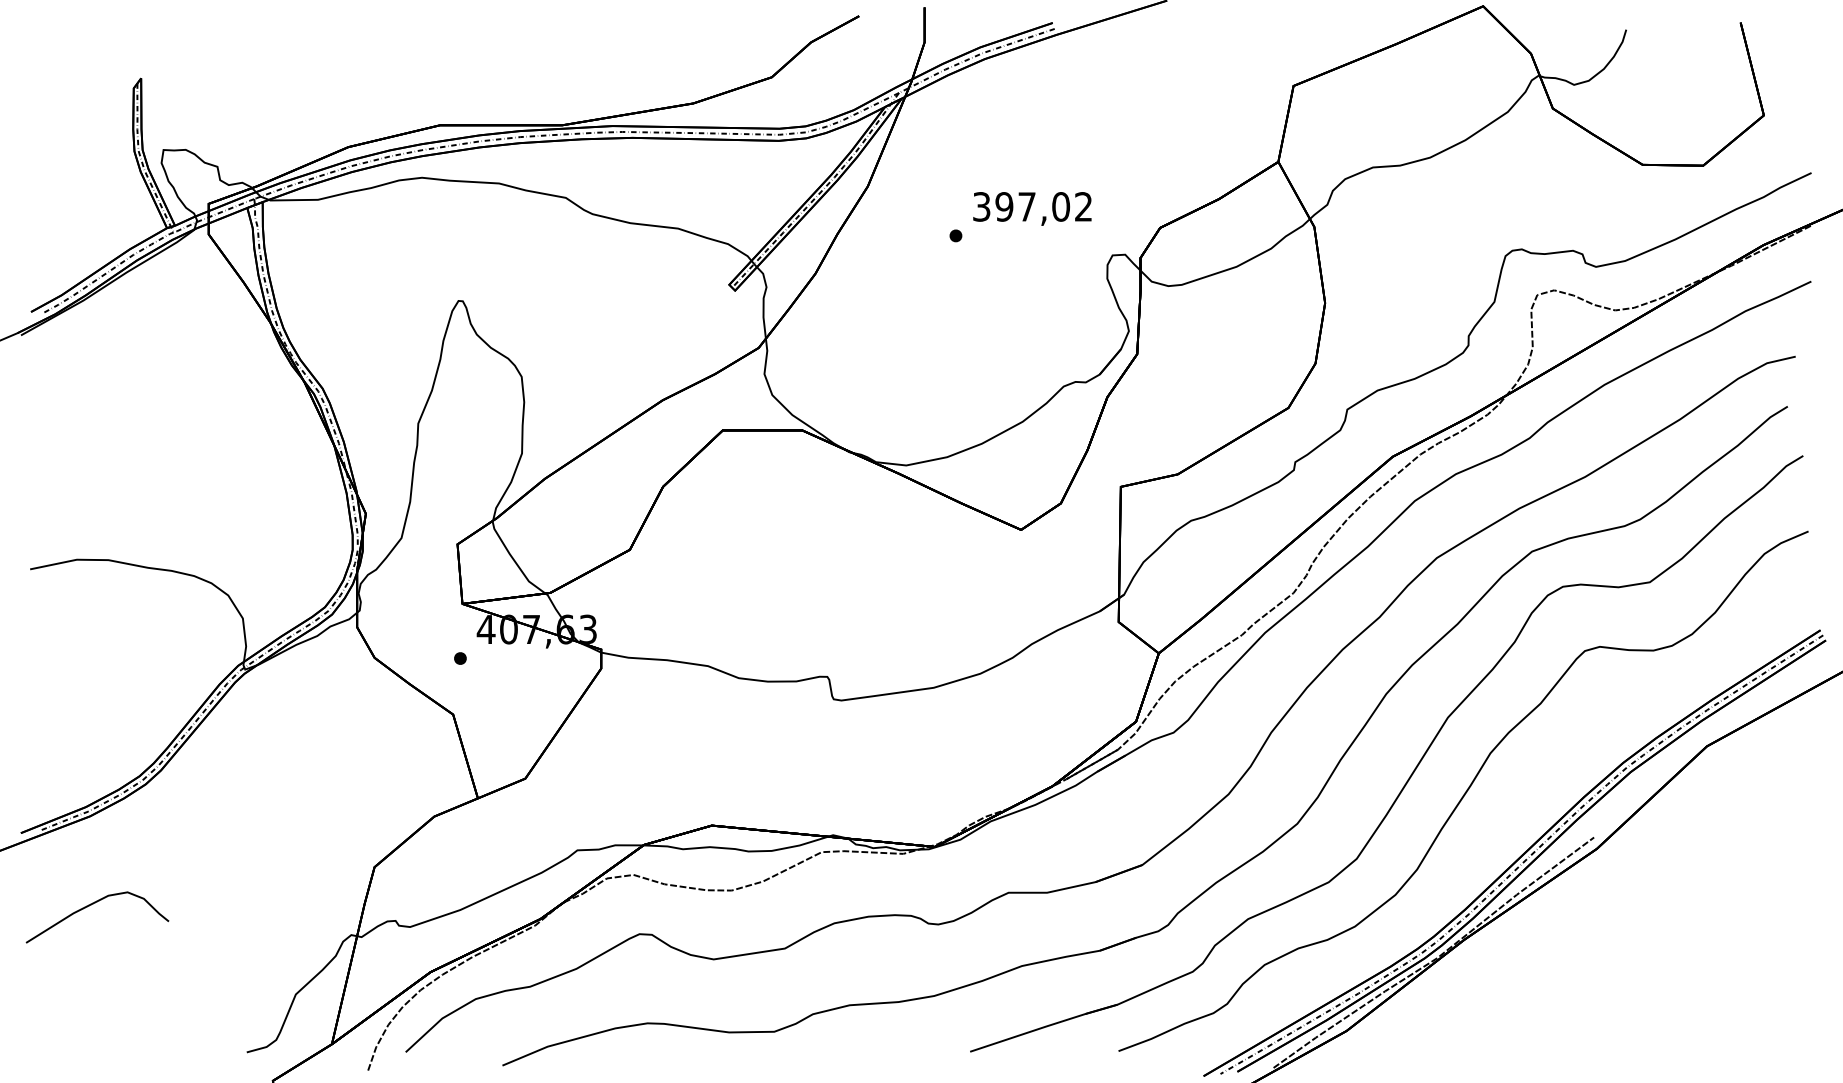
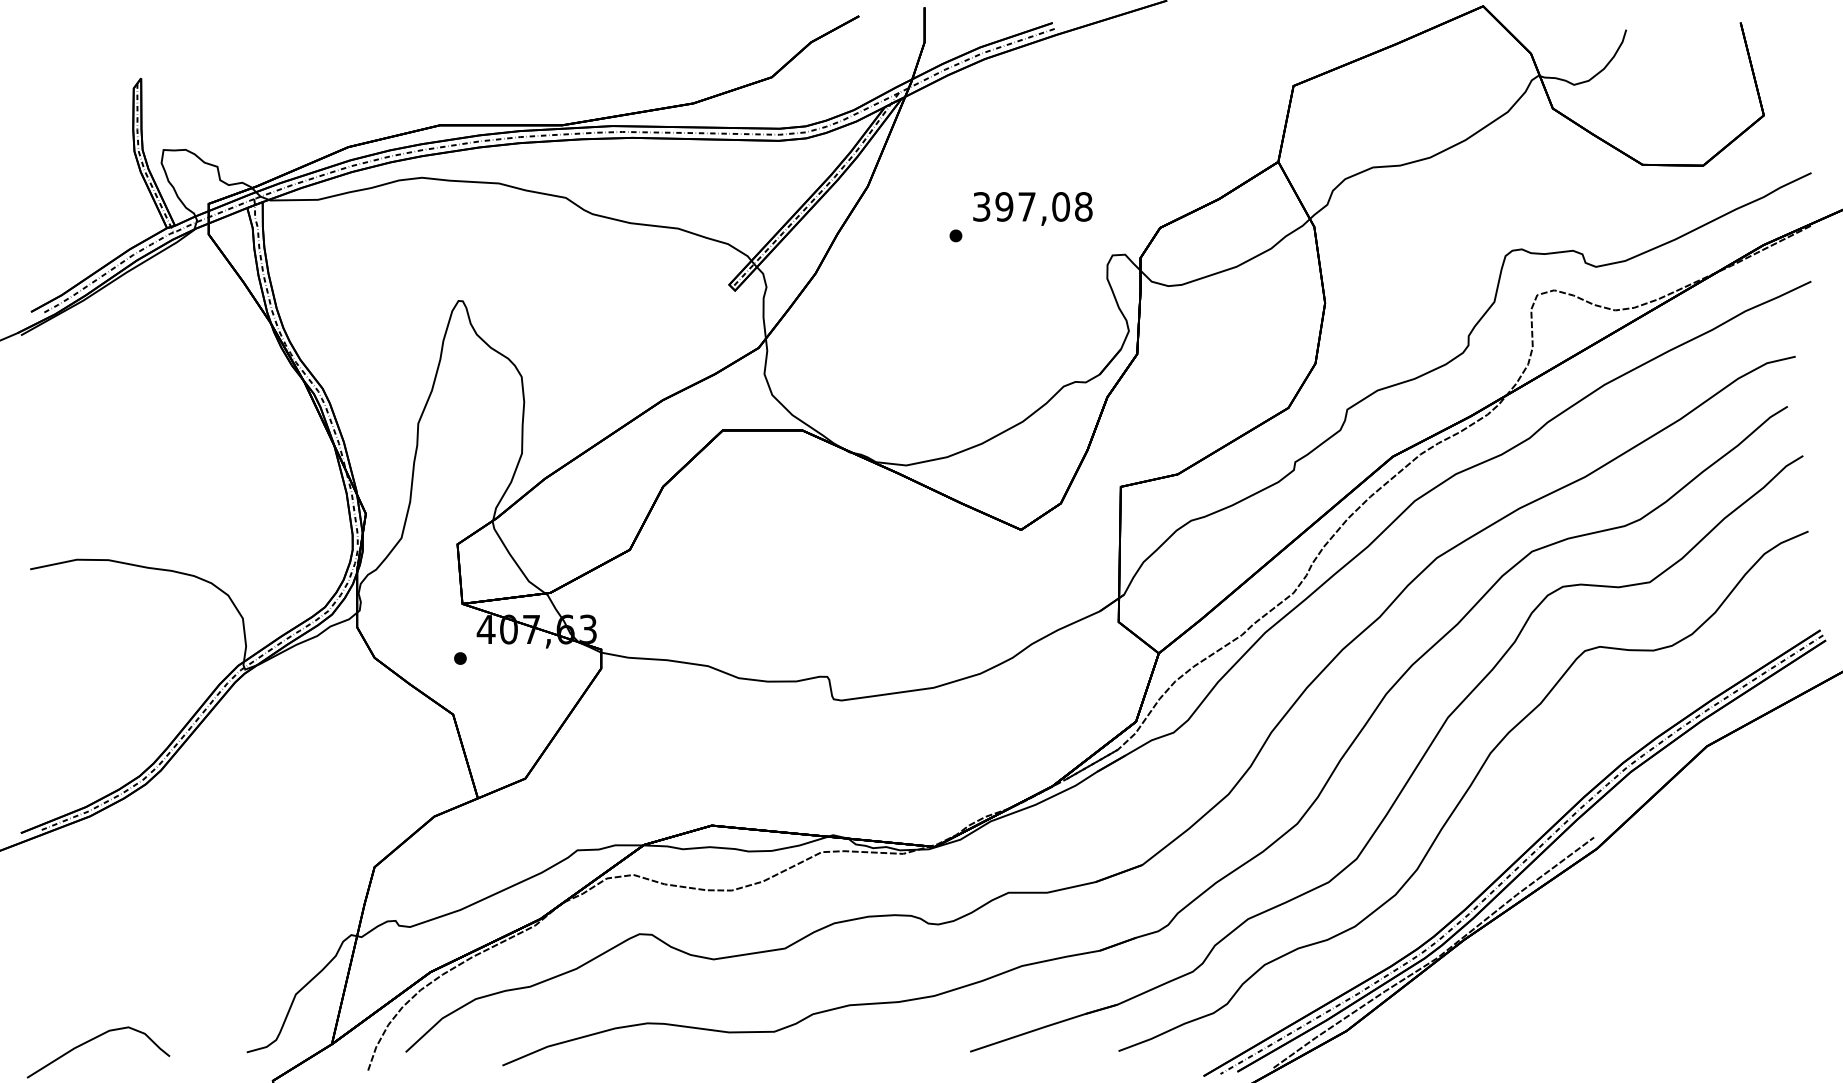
text at (1083, 206): 397,02 -> 397,08
curve at (91, 905) position: (91, 905) -> (92, 1040)
